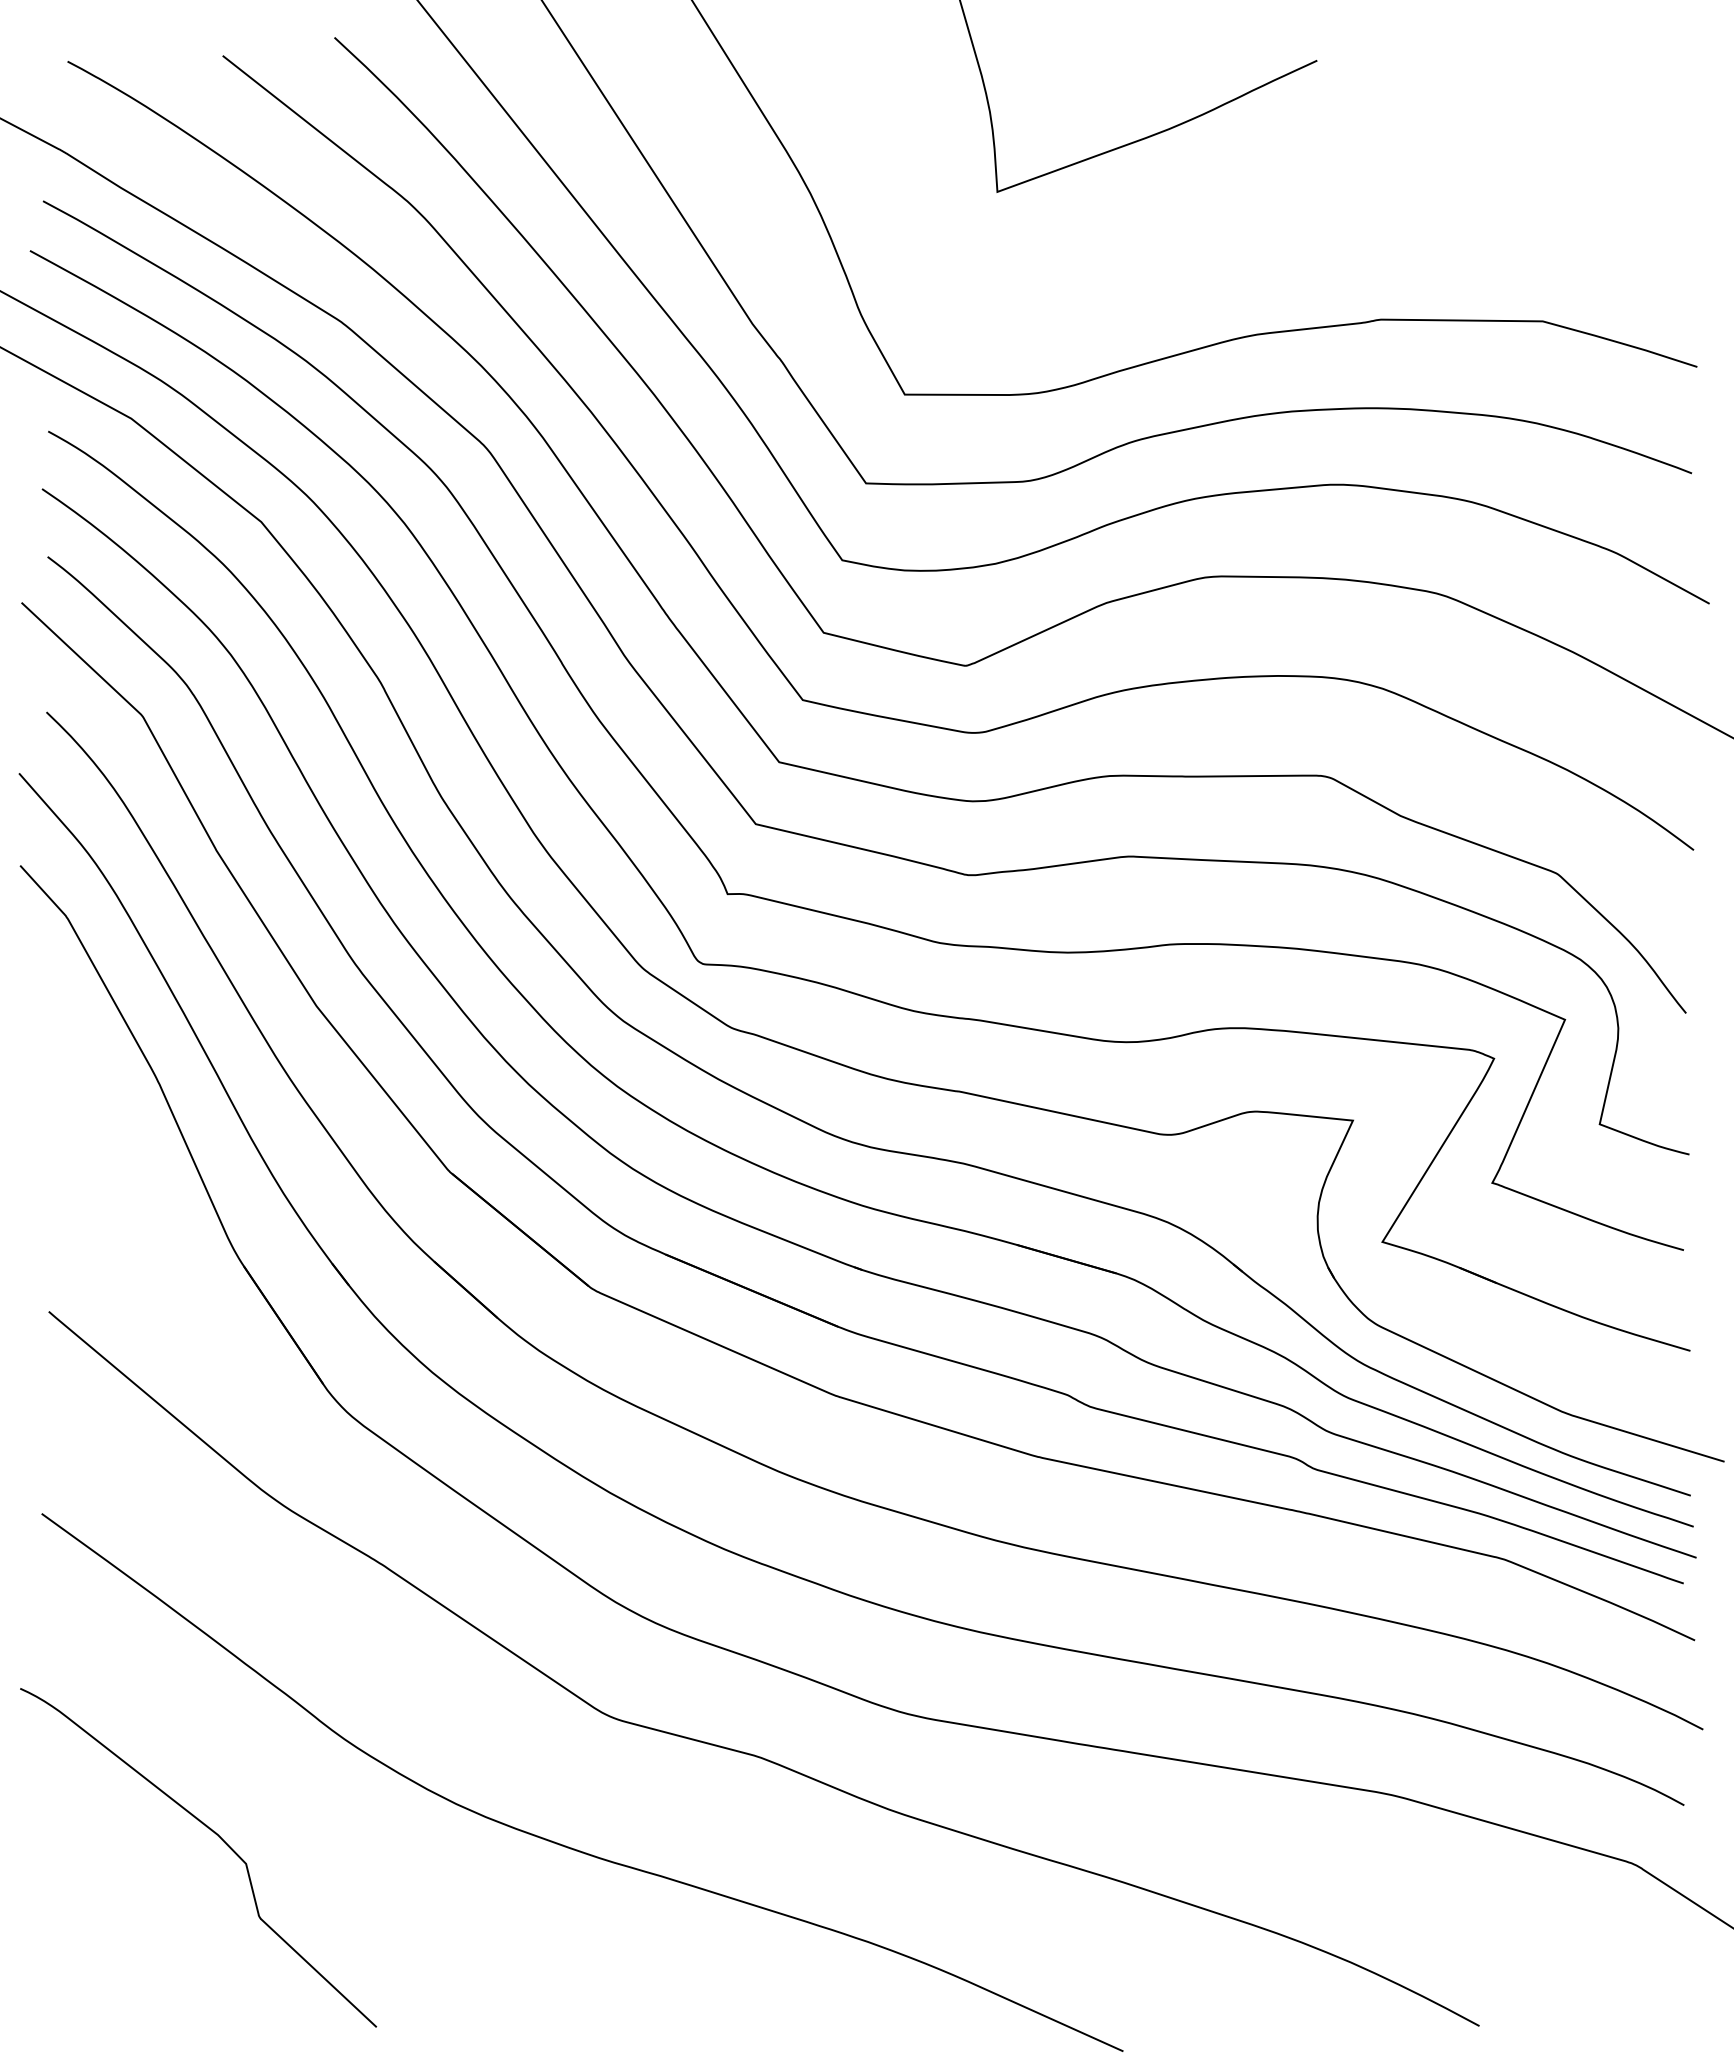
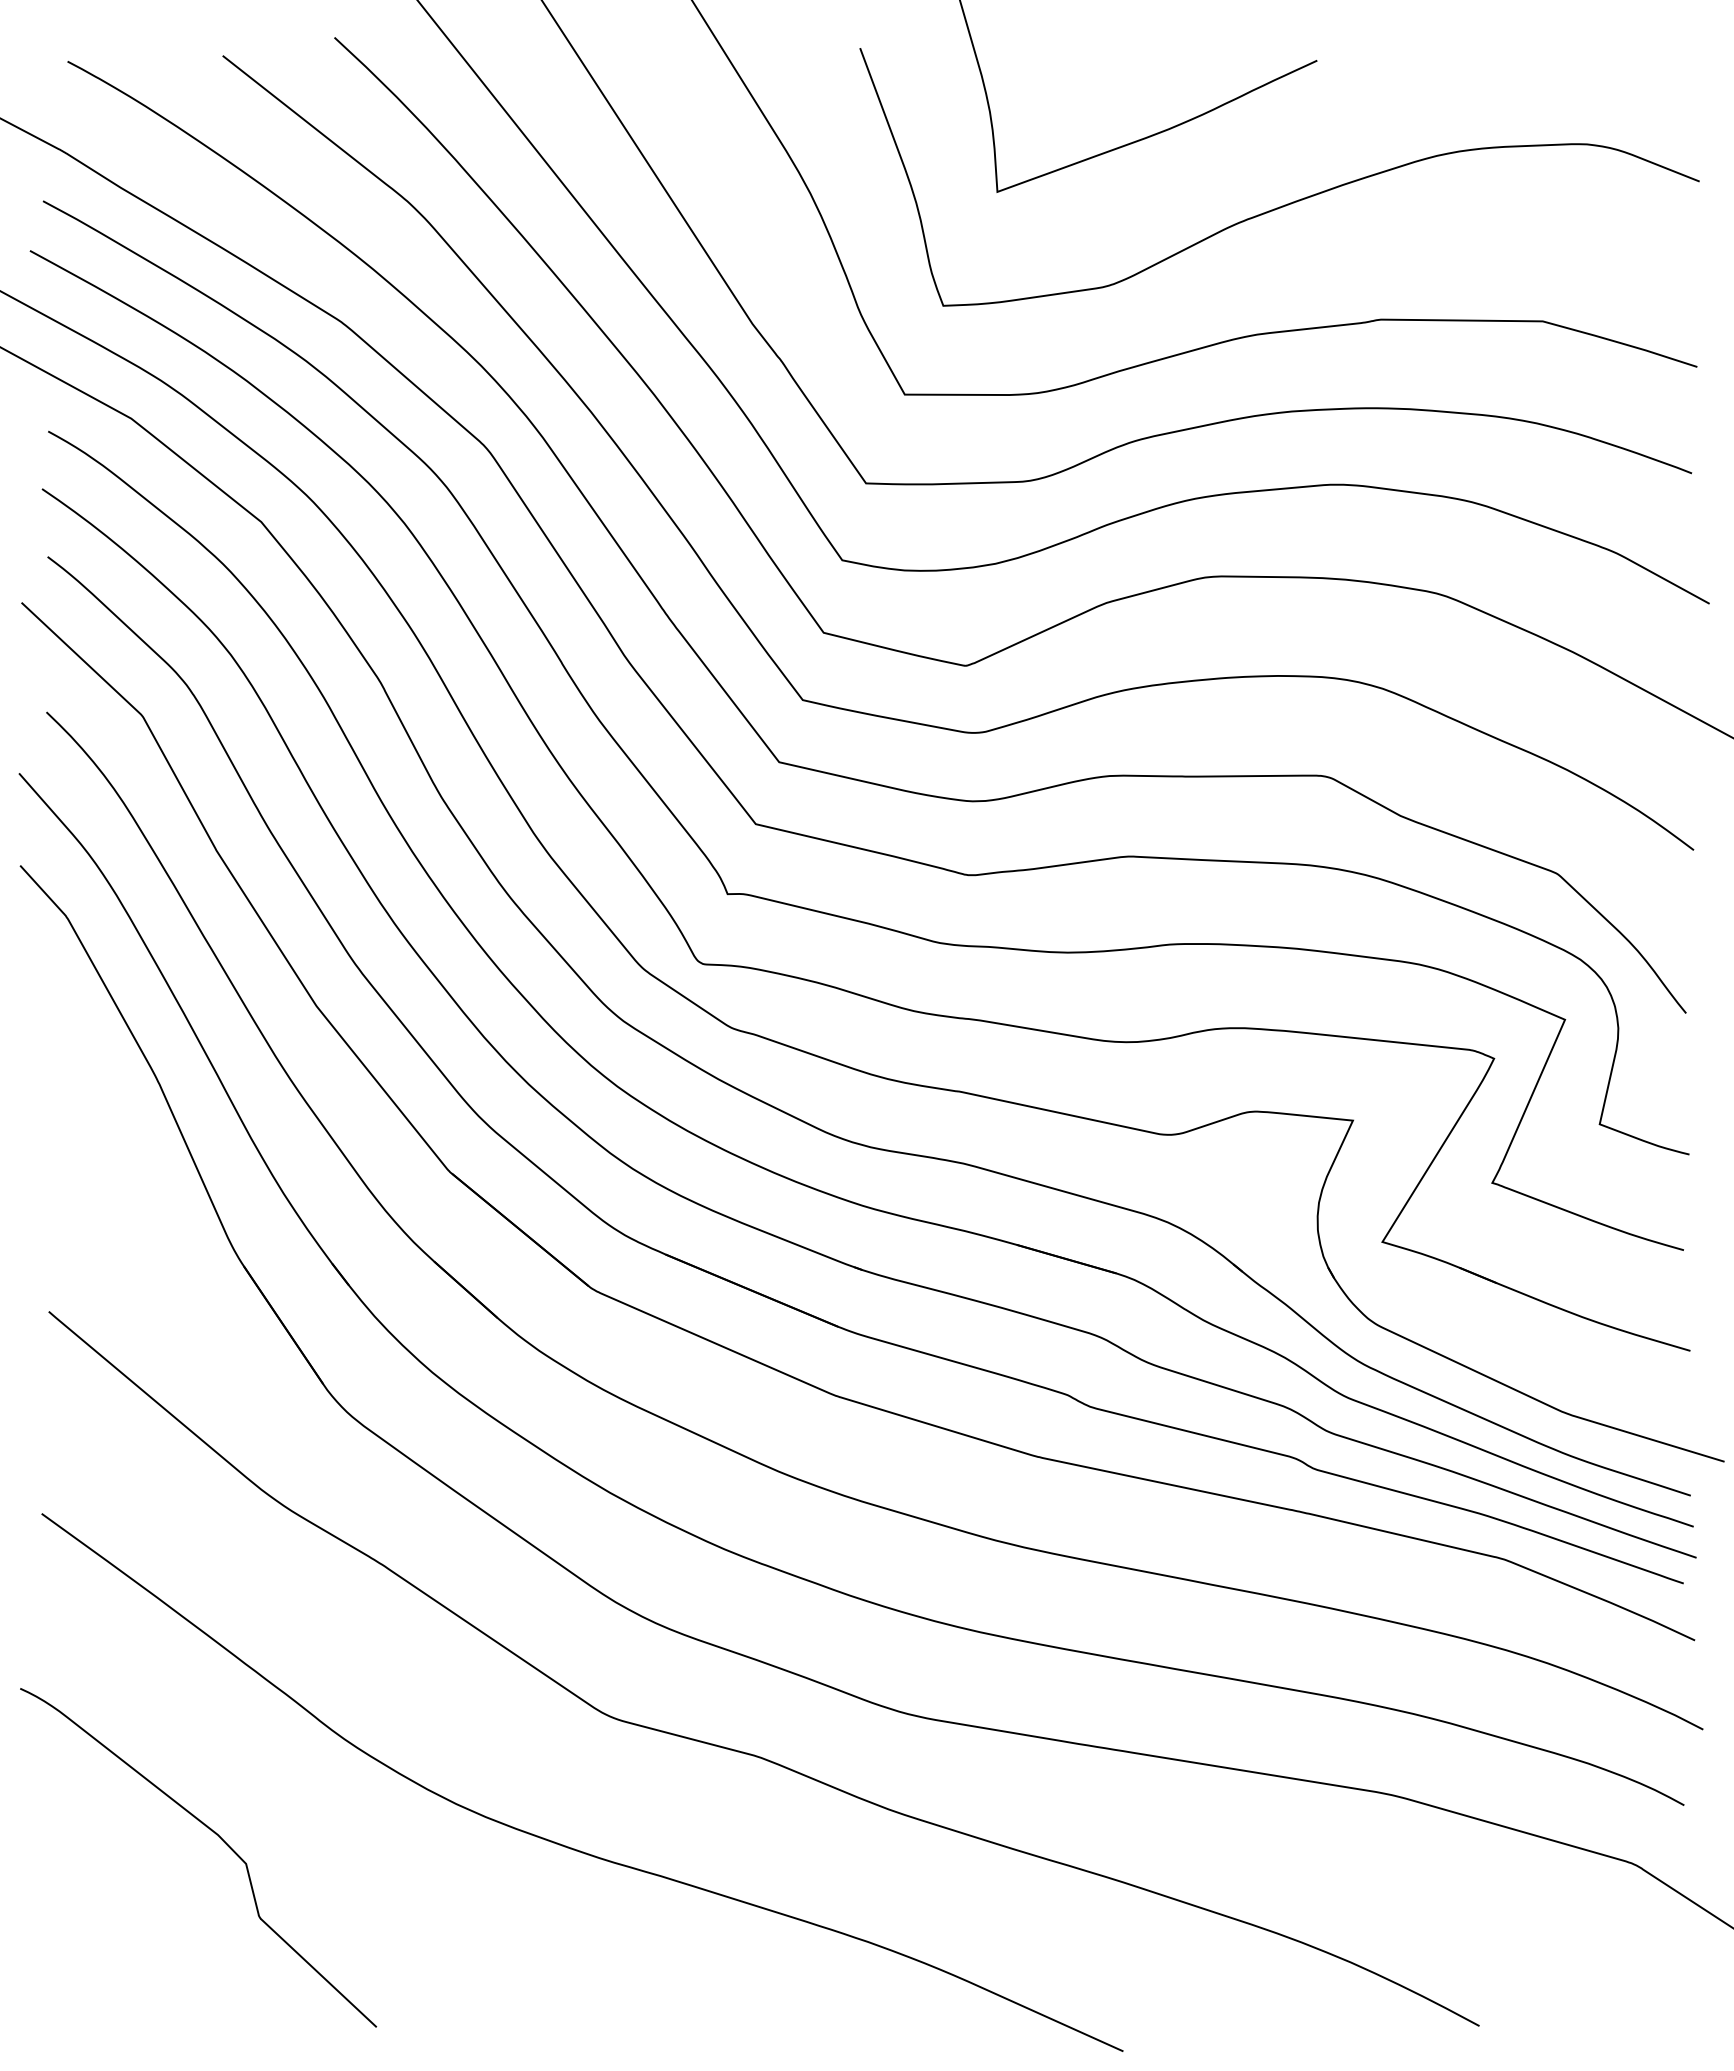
curve at (1287, 203): none -> present
